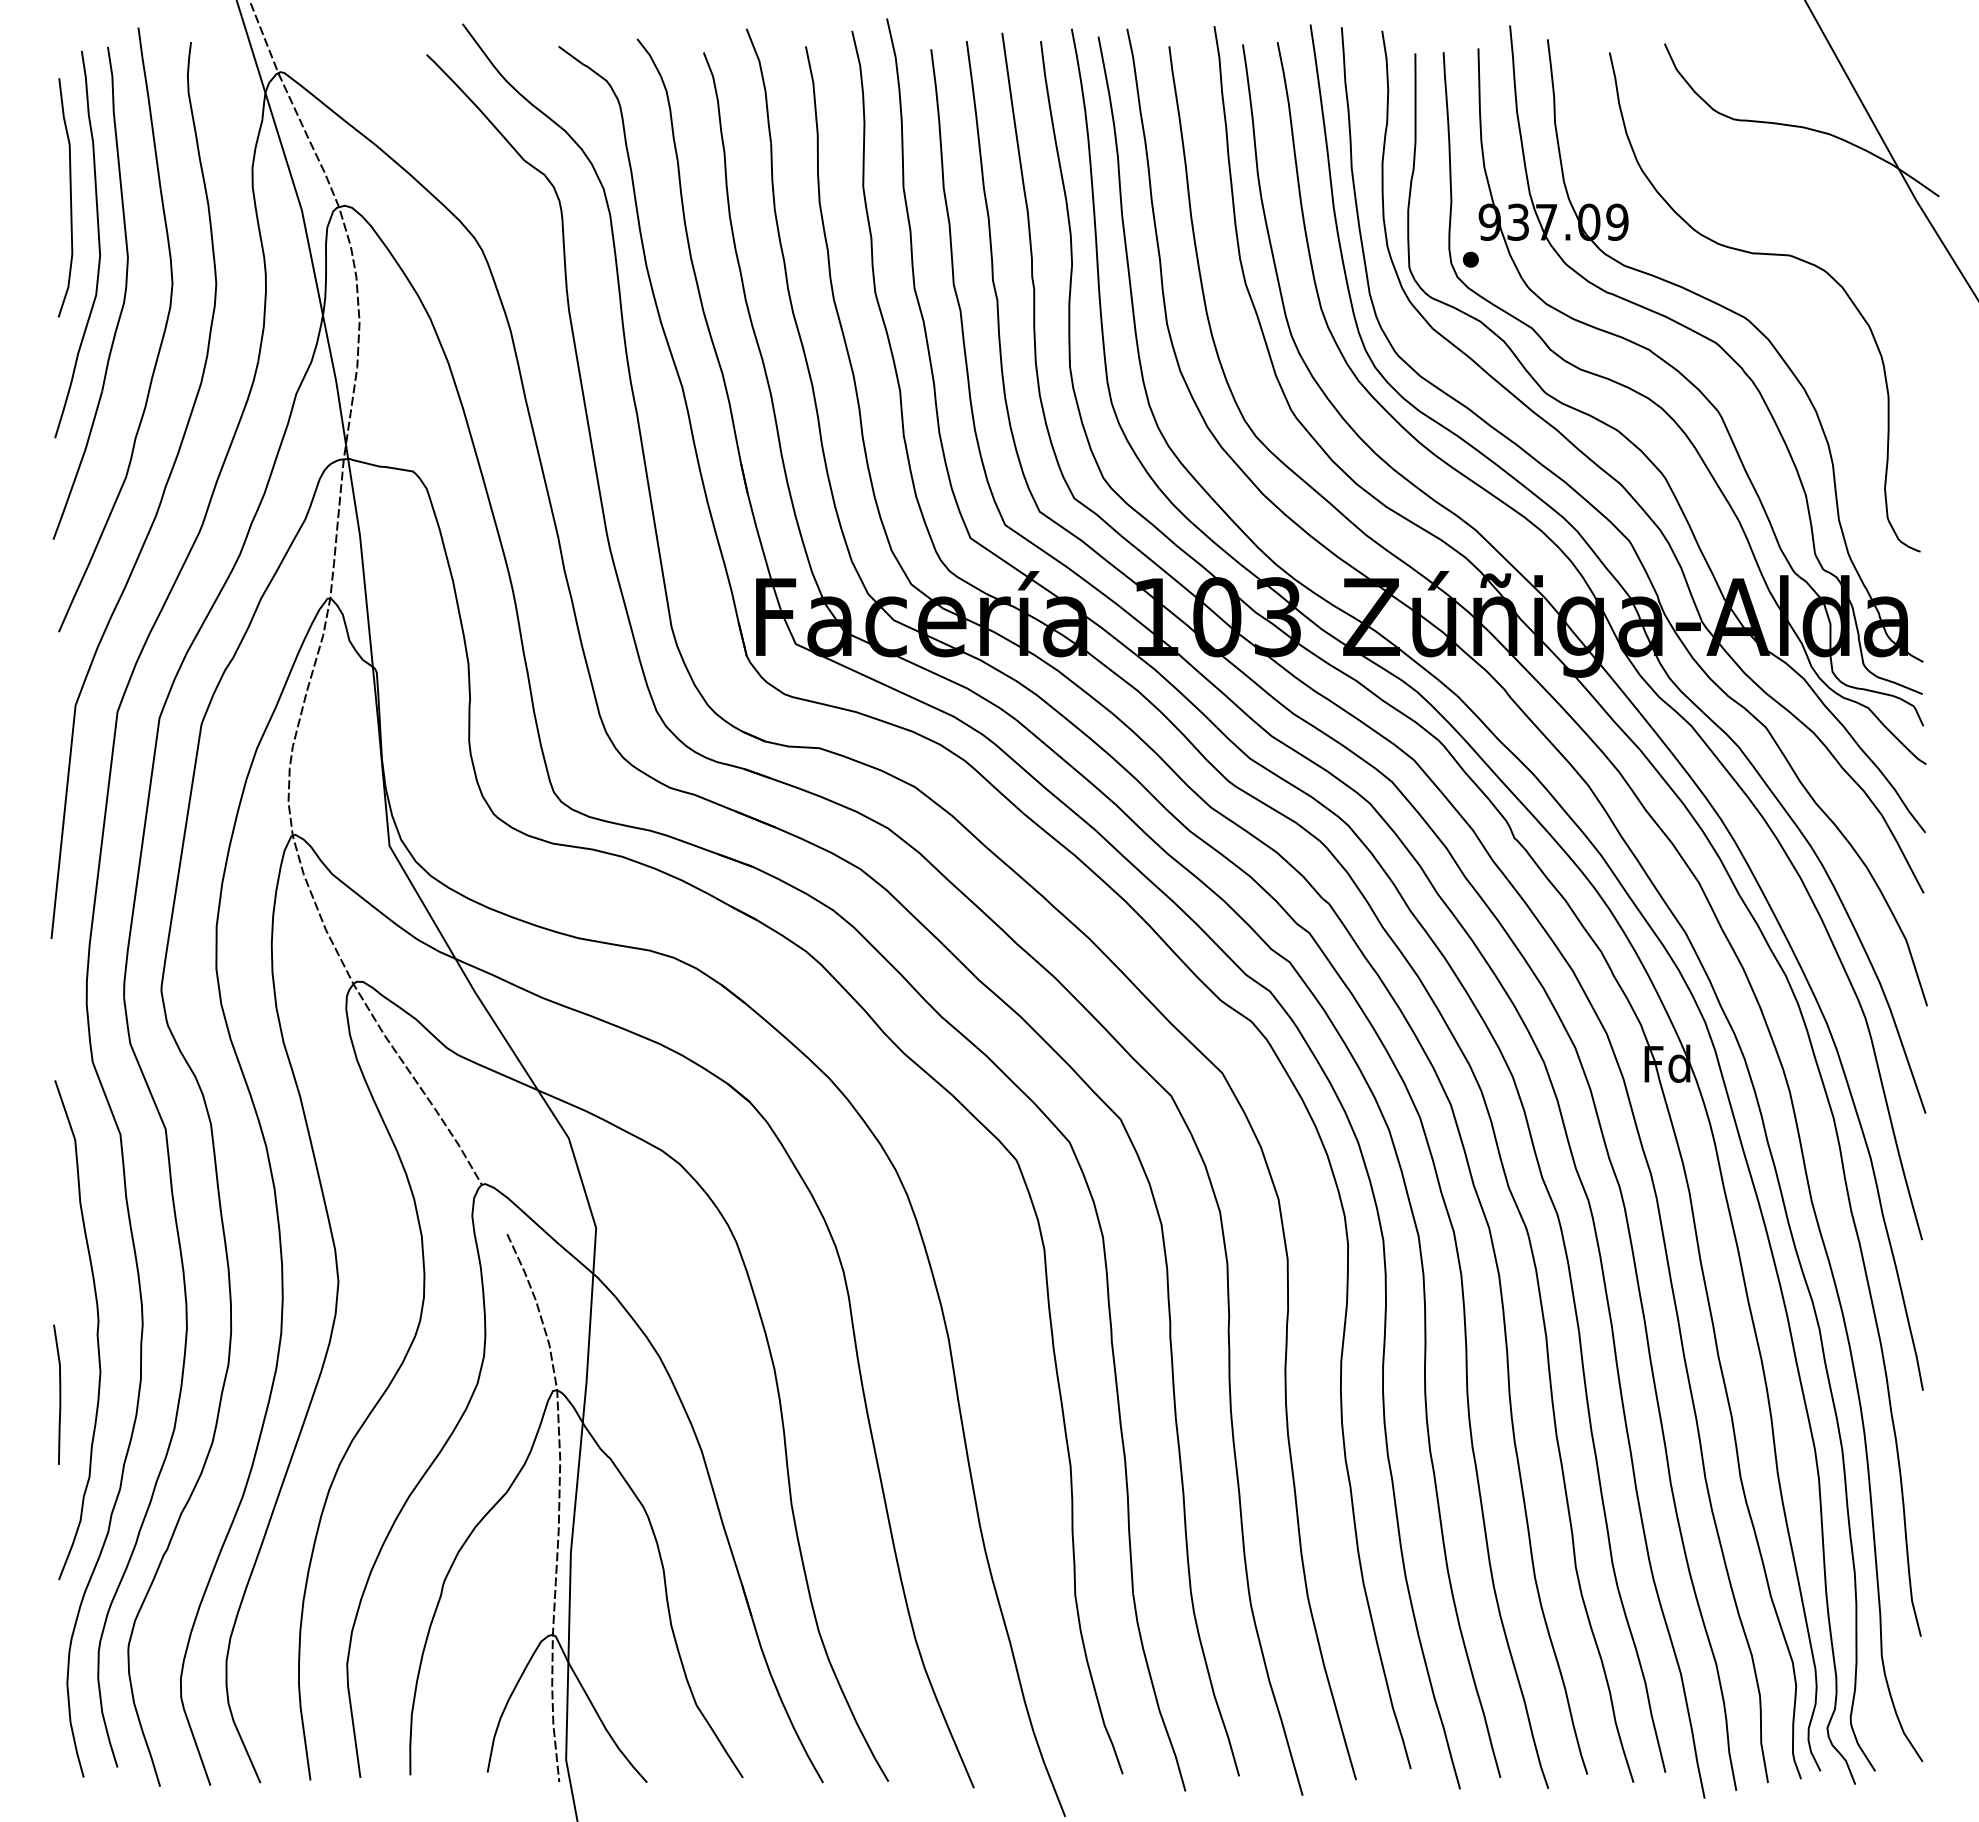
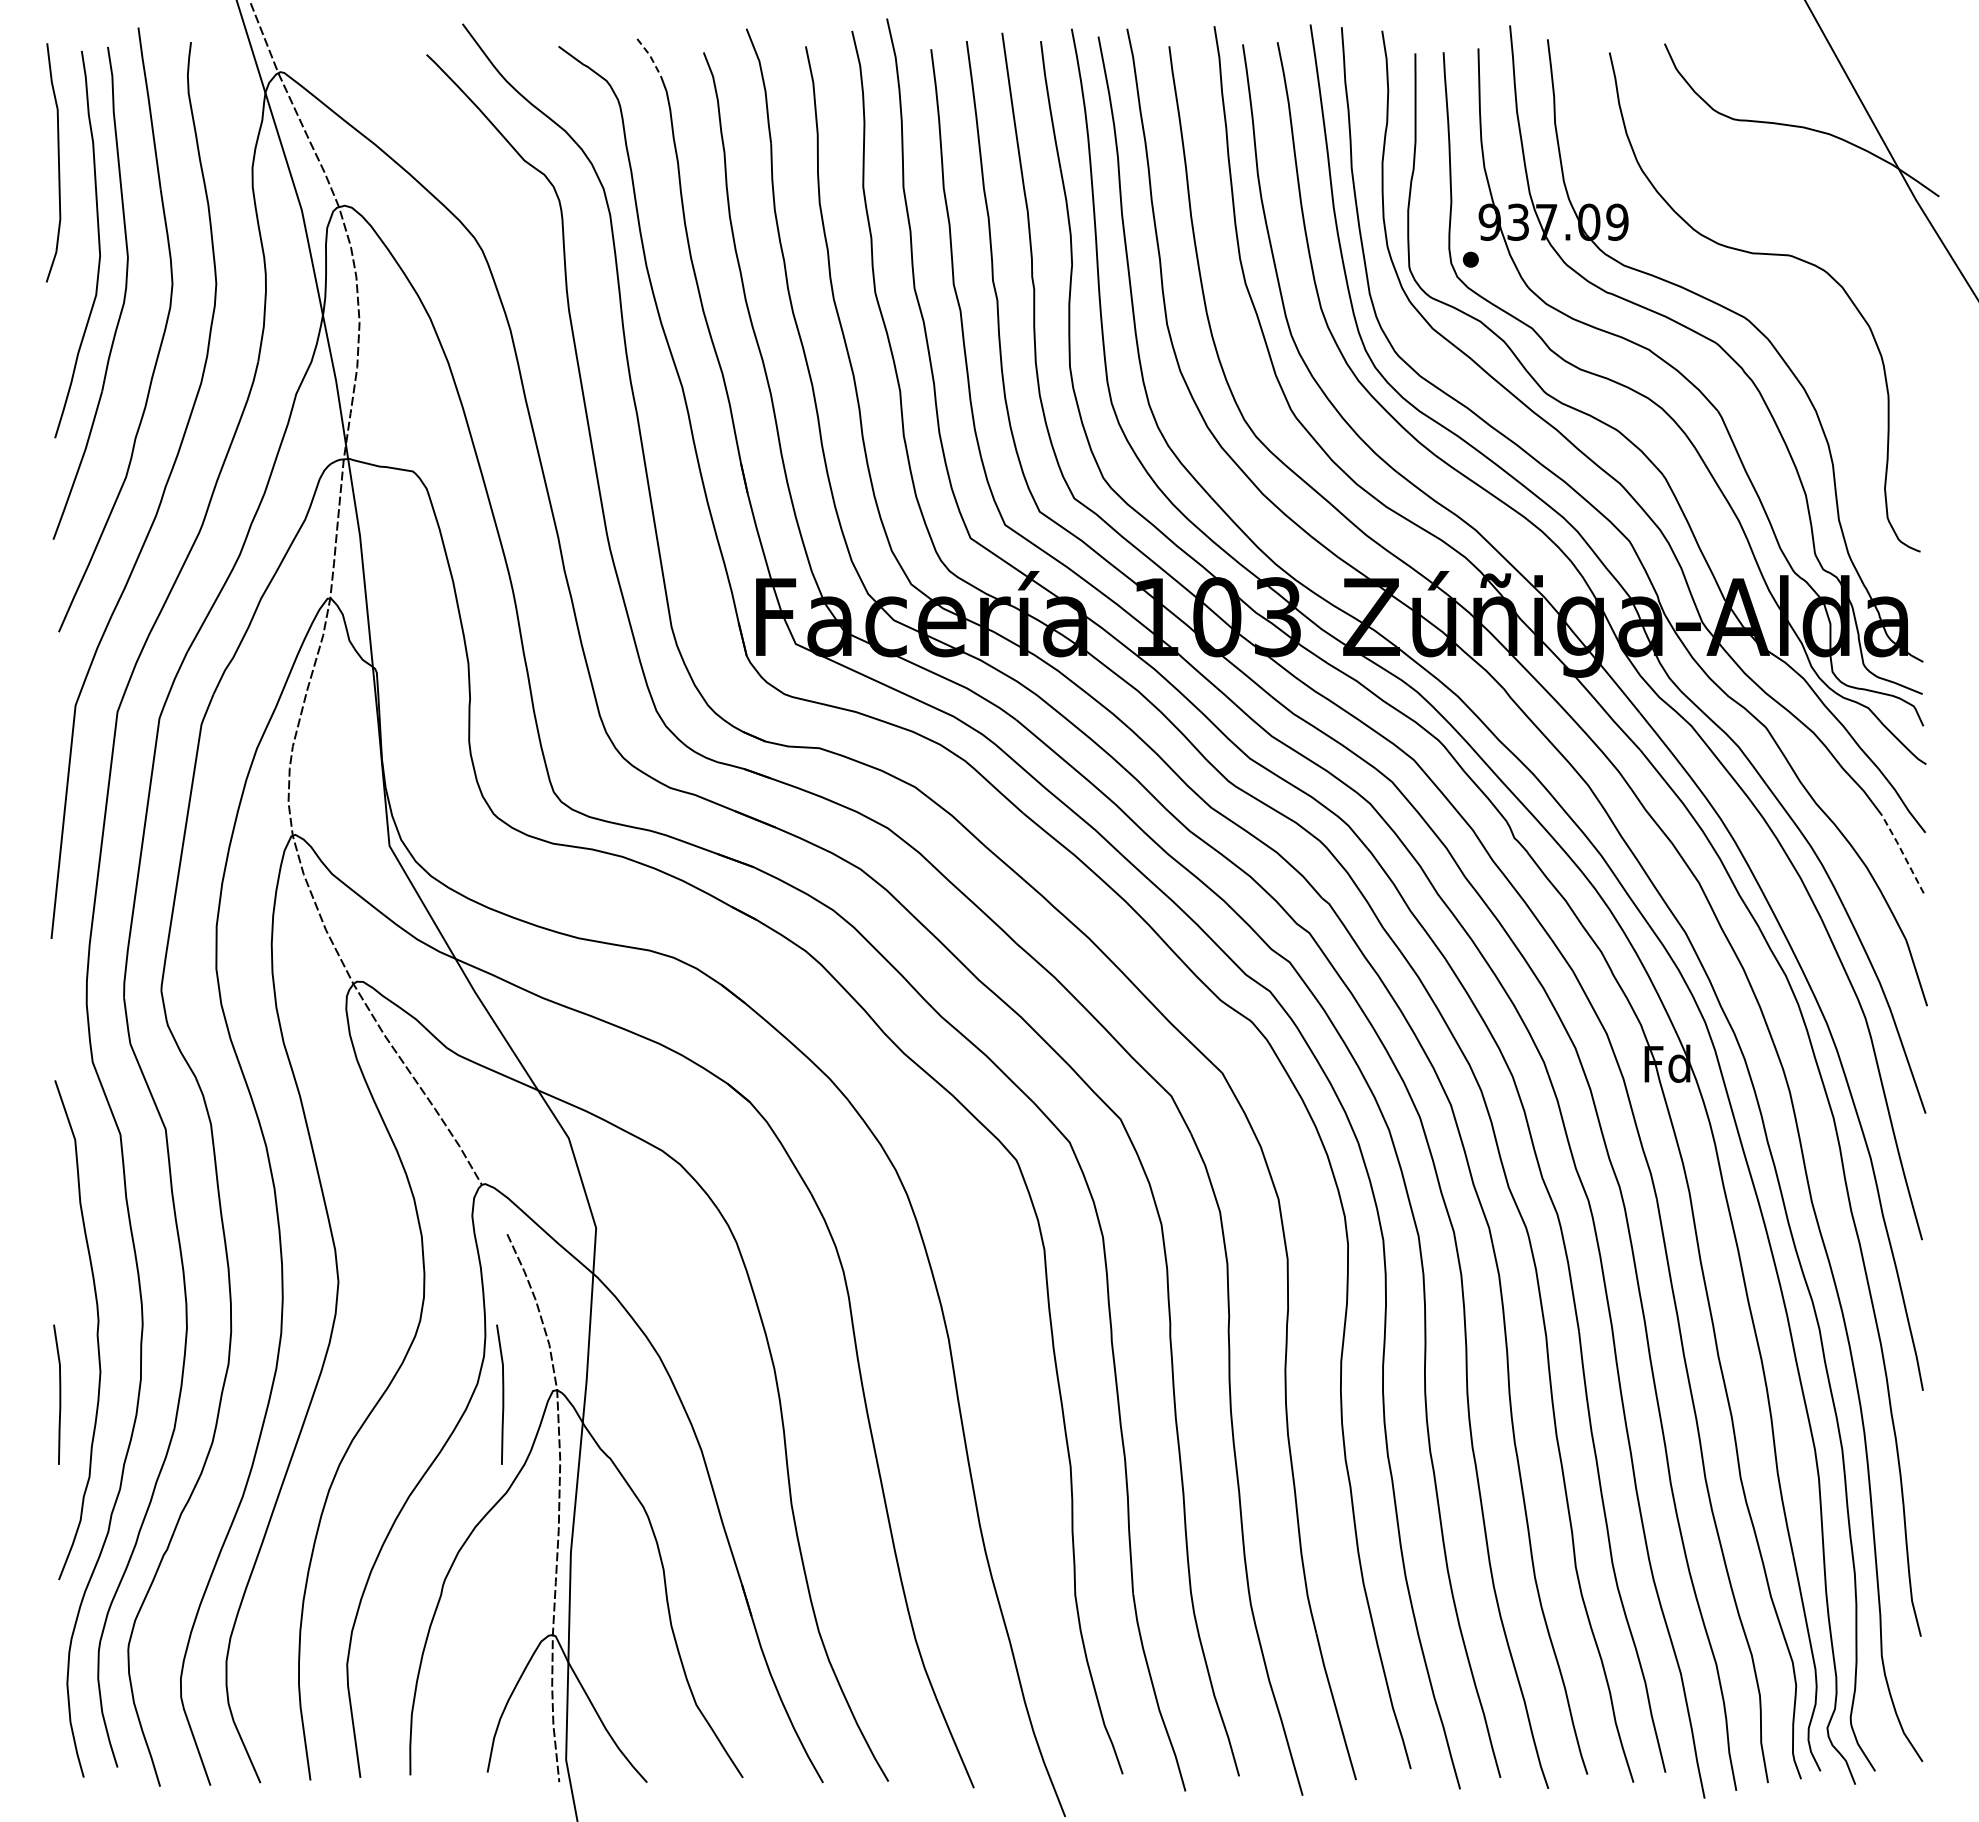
line at (650, 56): solid -> dashed
curve at (70, 197) position: (70, 197) -> (58, 162)
line at (1903, 854): solid -> dashed
curve at (502, 1394): none -> present
